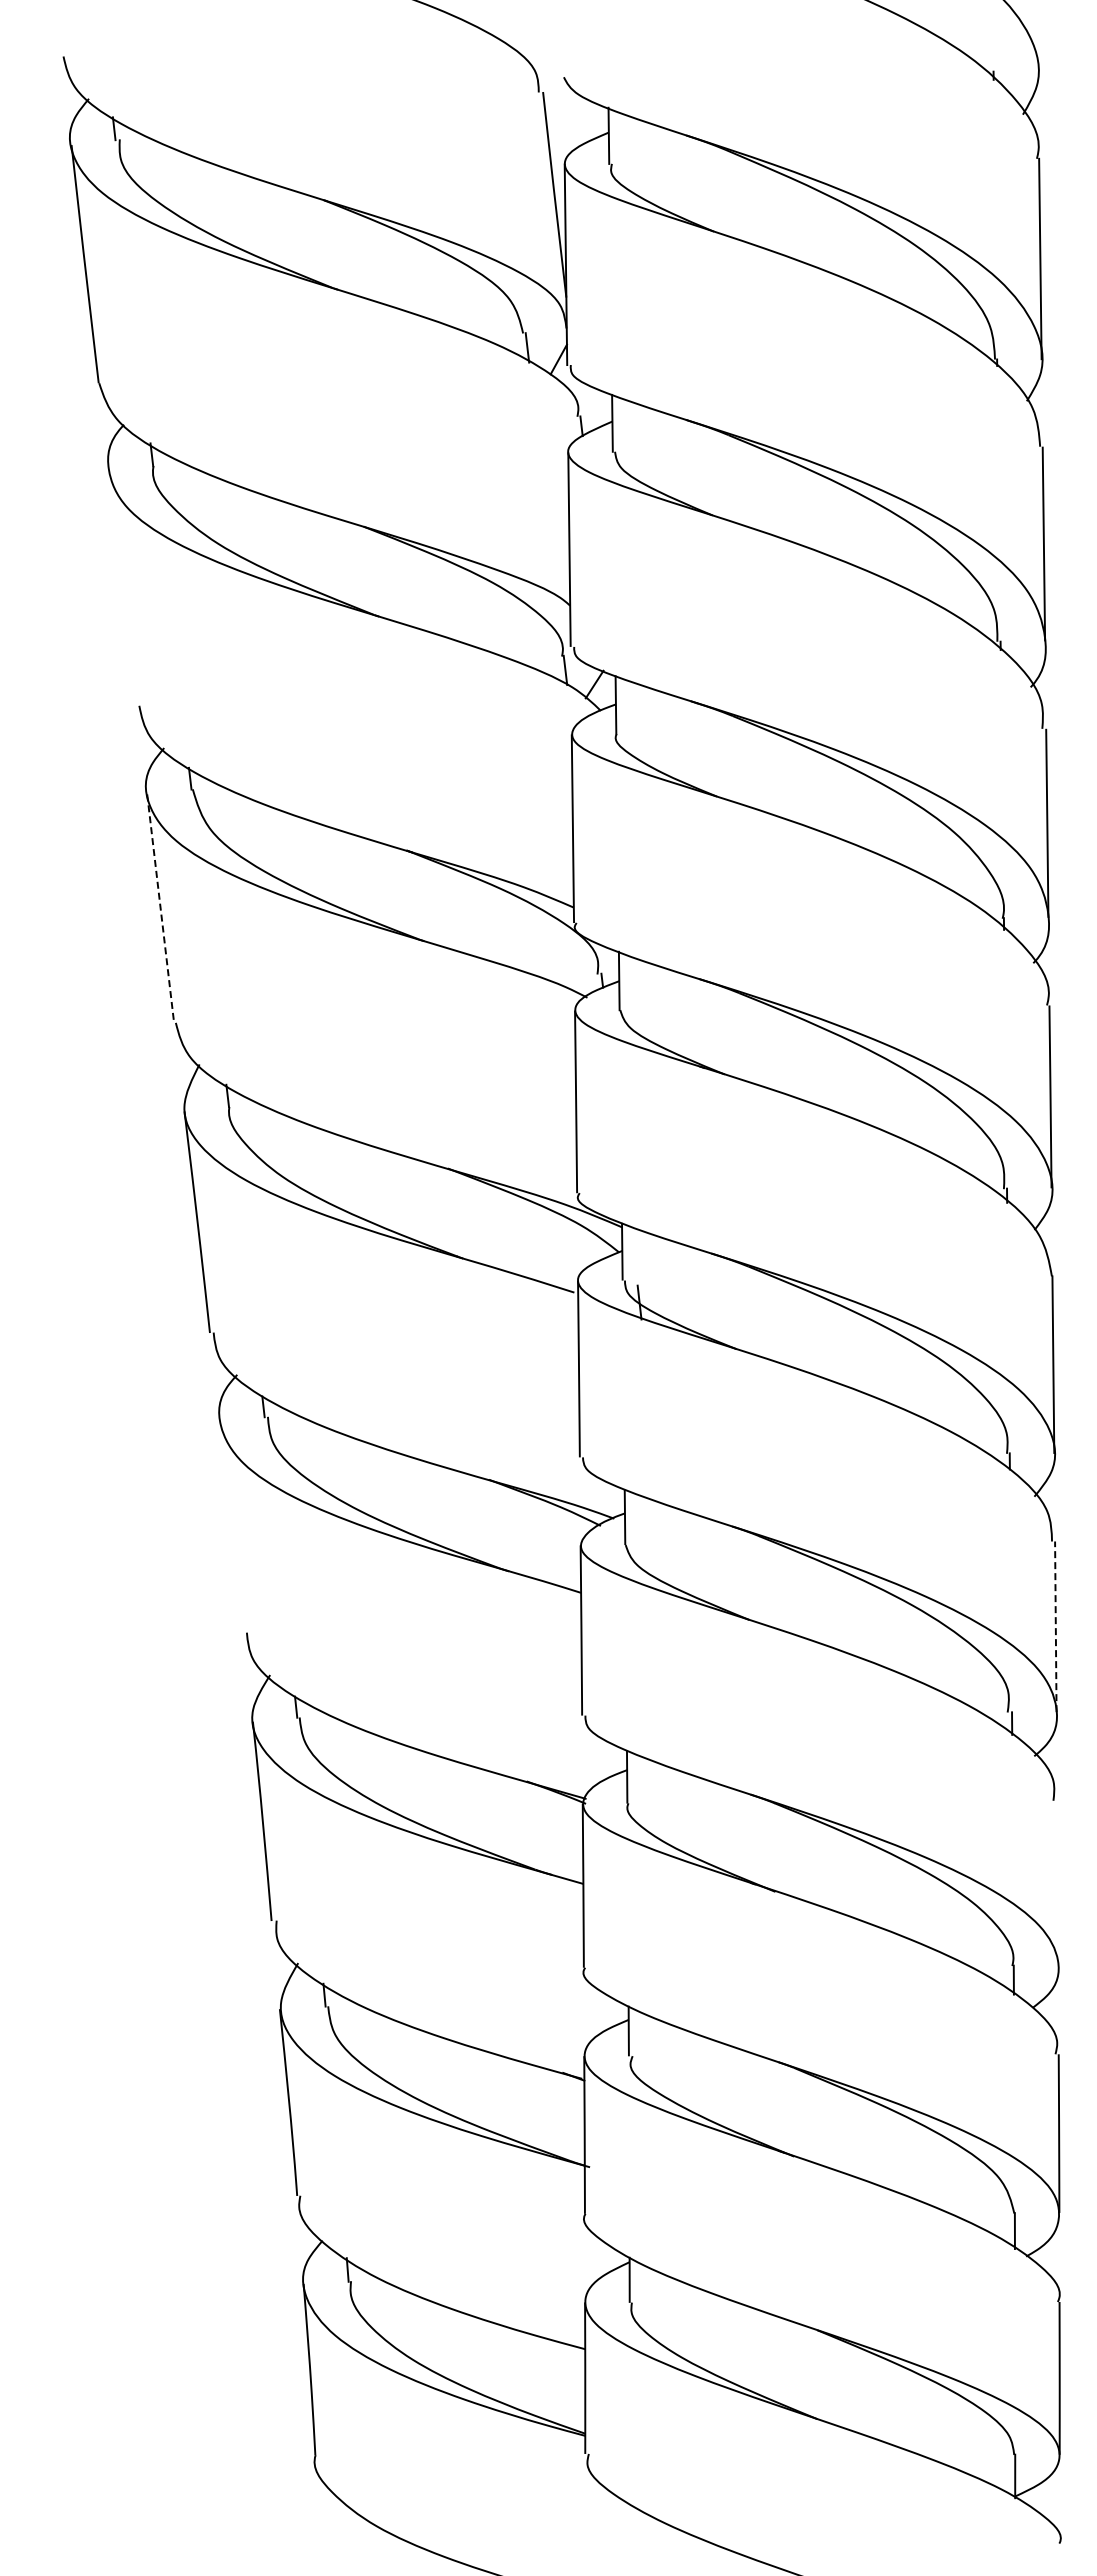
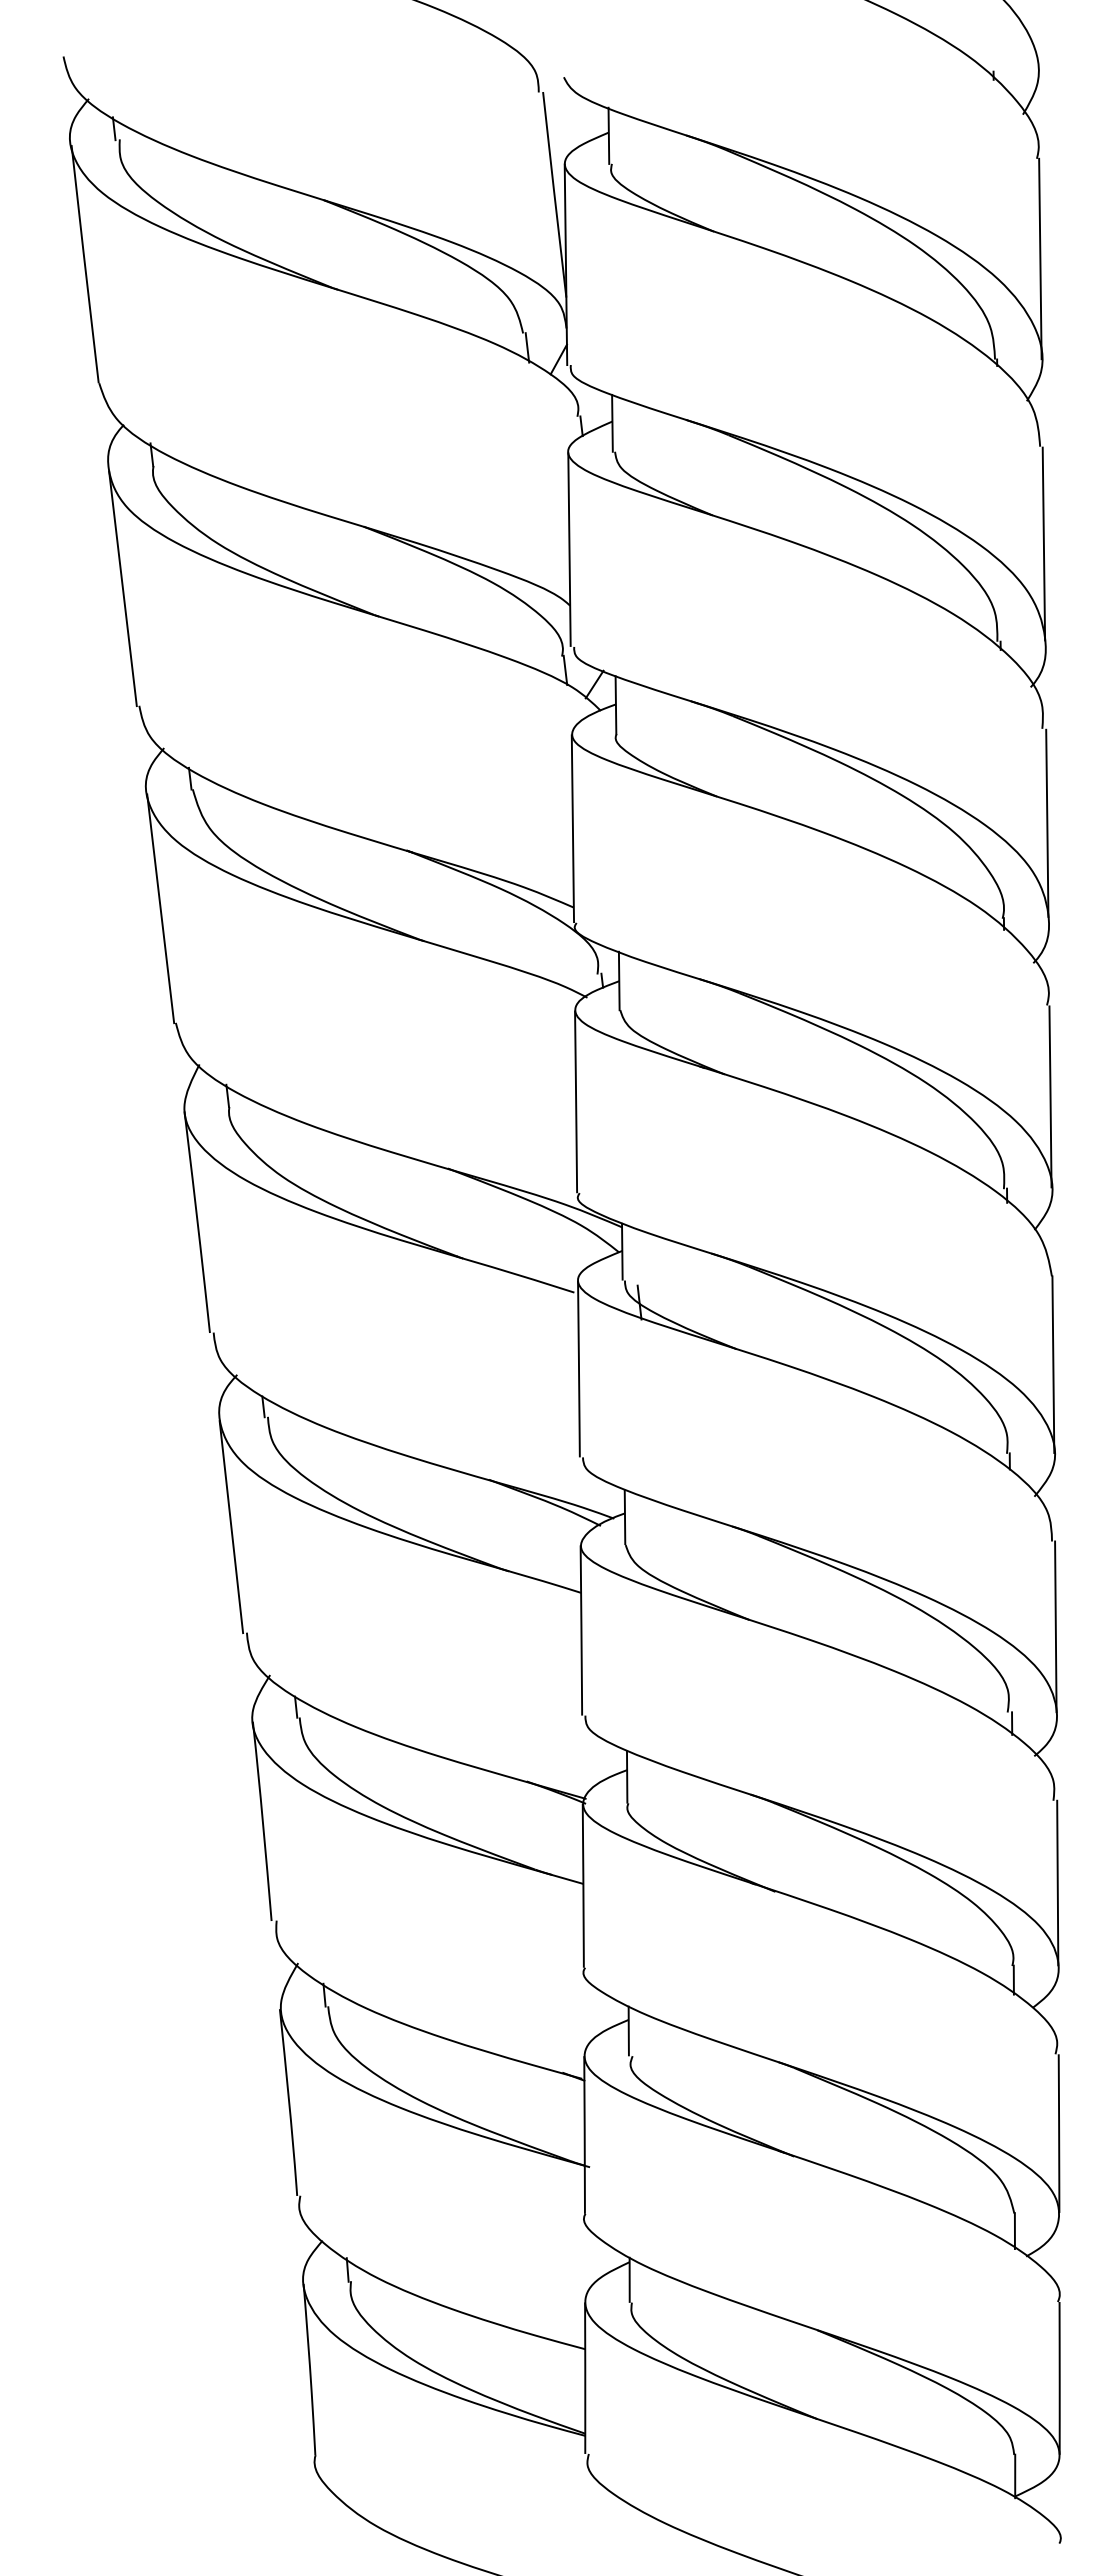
line at (122, 588): none -> present
line at (160, 909): dashed -> solid
line at (231, 1527): none -> present
line at (1055, 1626): dashed -> solid
line at (1057, 1882): none -> present
